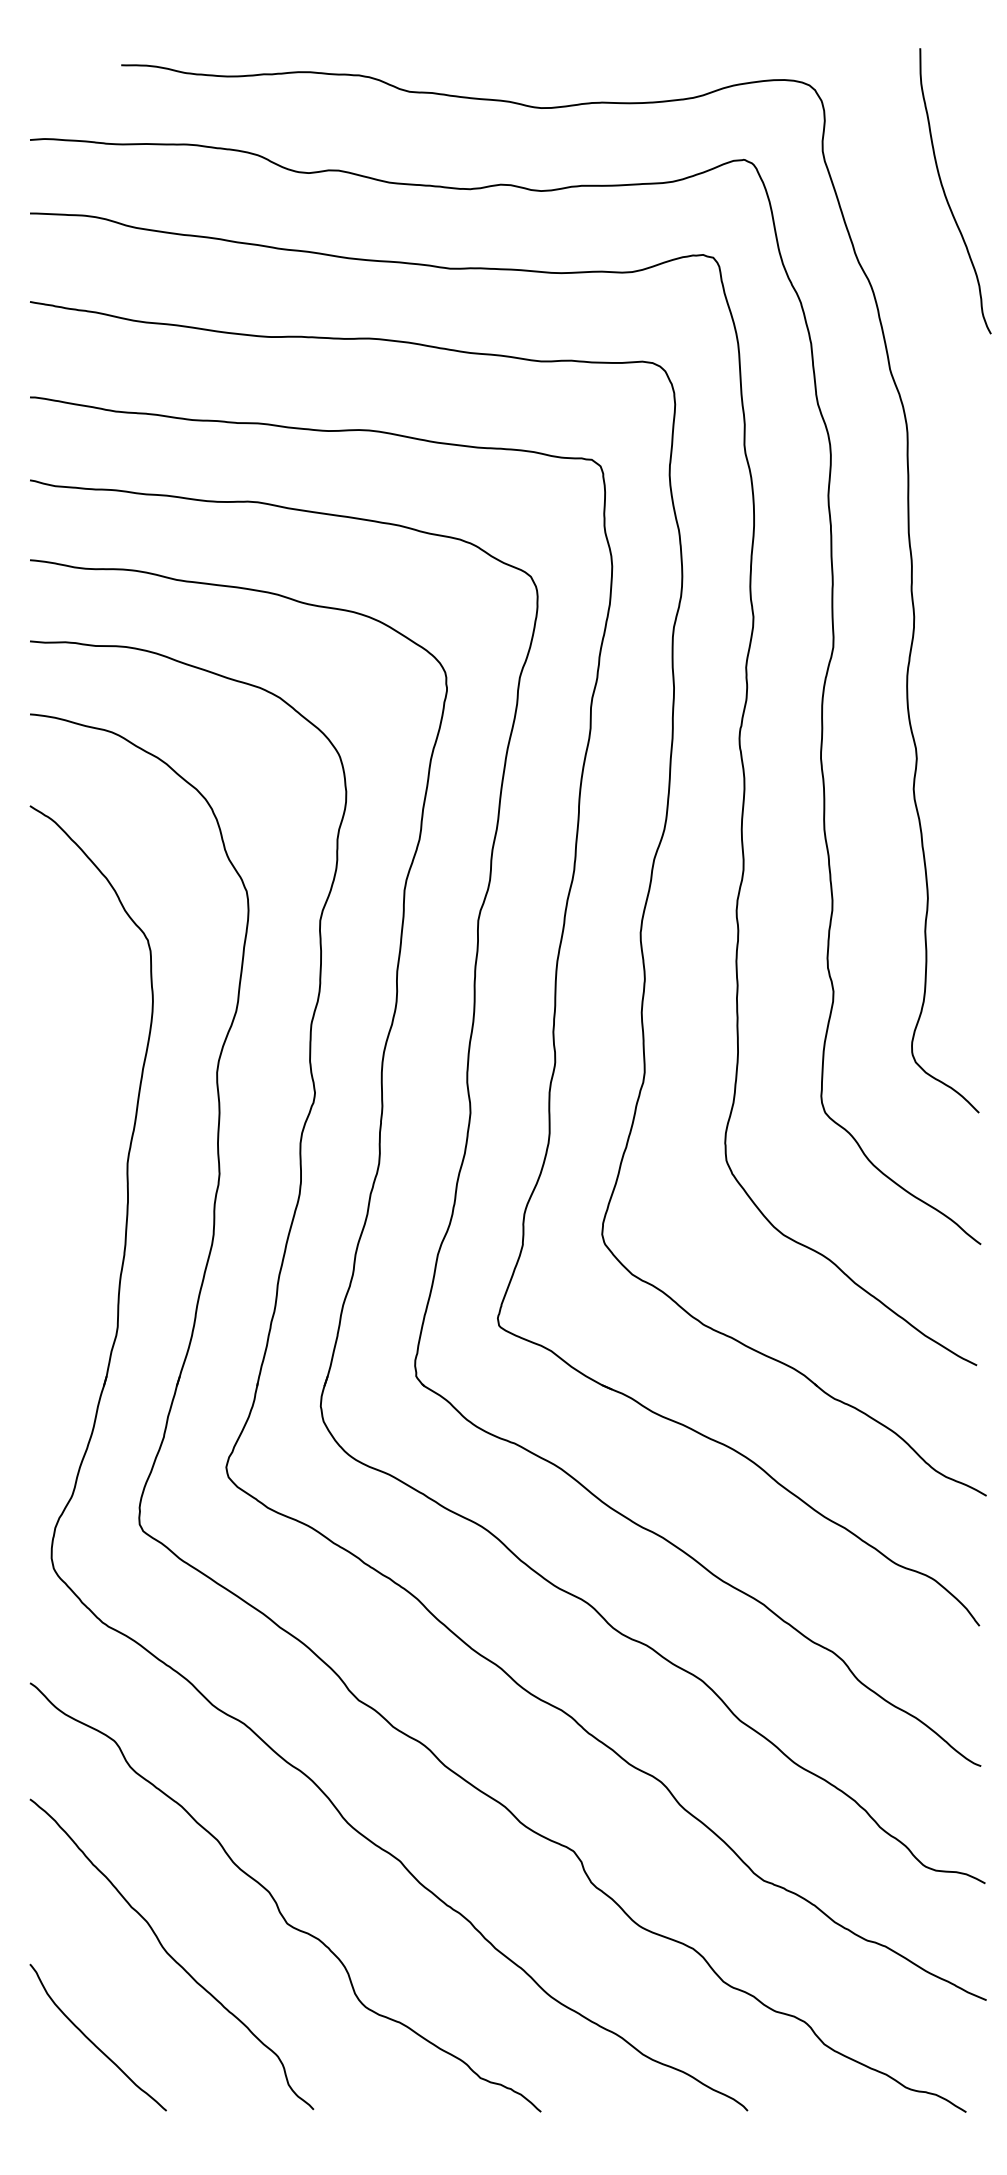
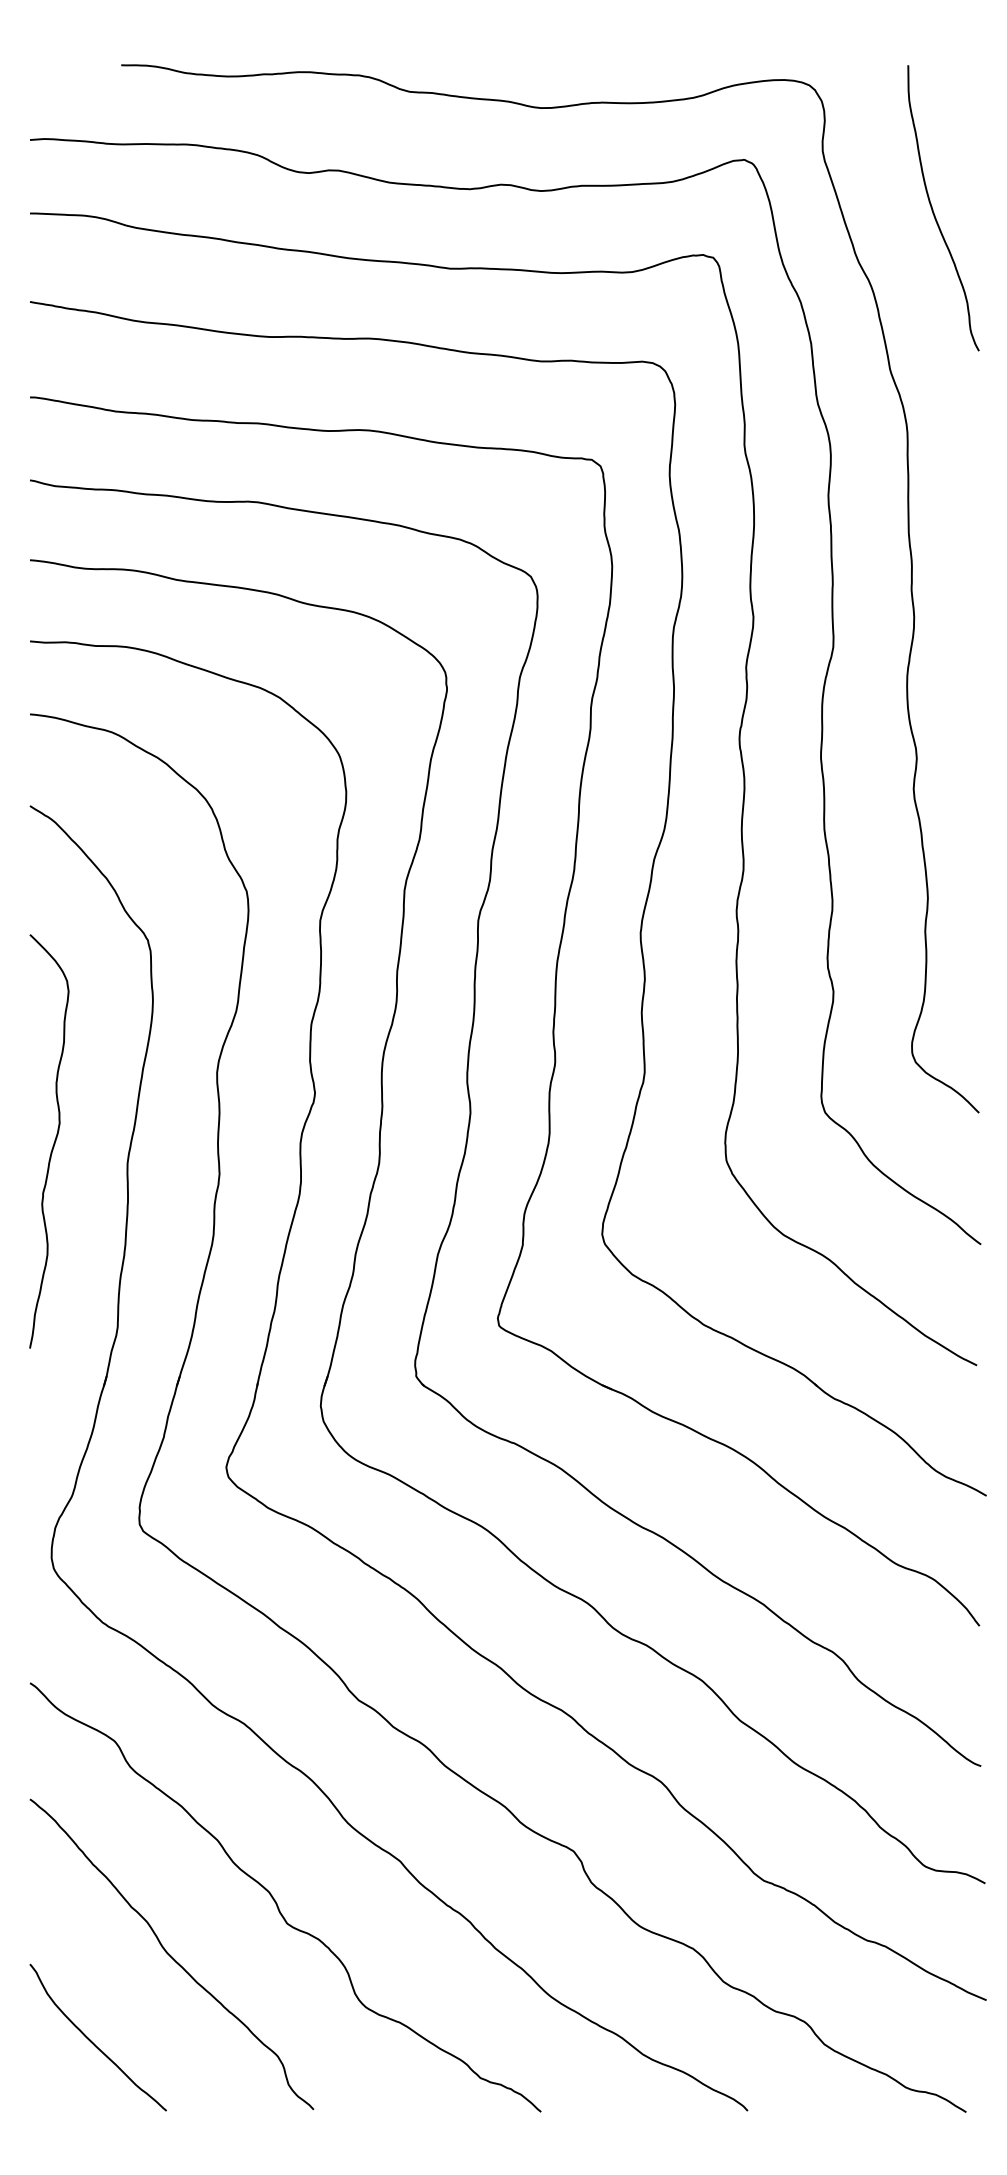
curve at (946, 195) position: (946, 195) -> (934, 212)
curve at (53, 1142): none -> present
